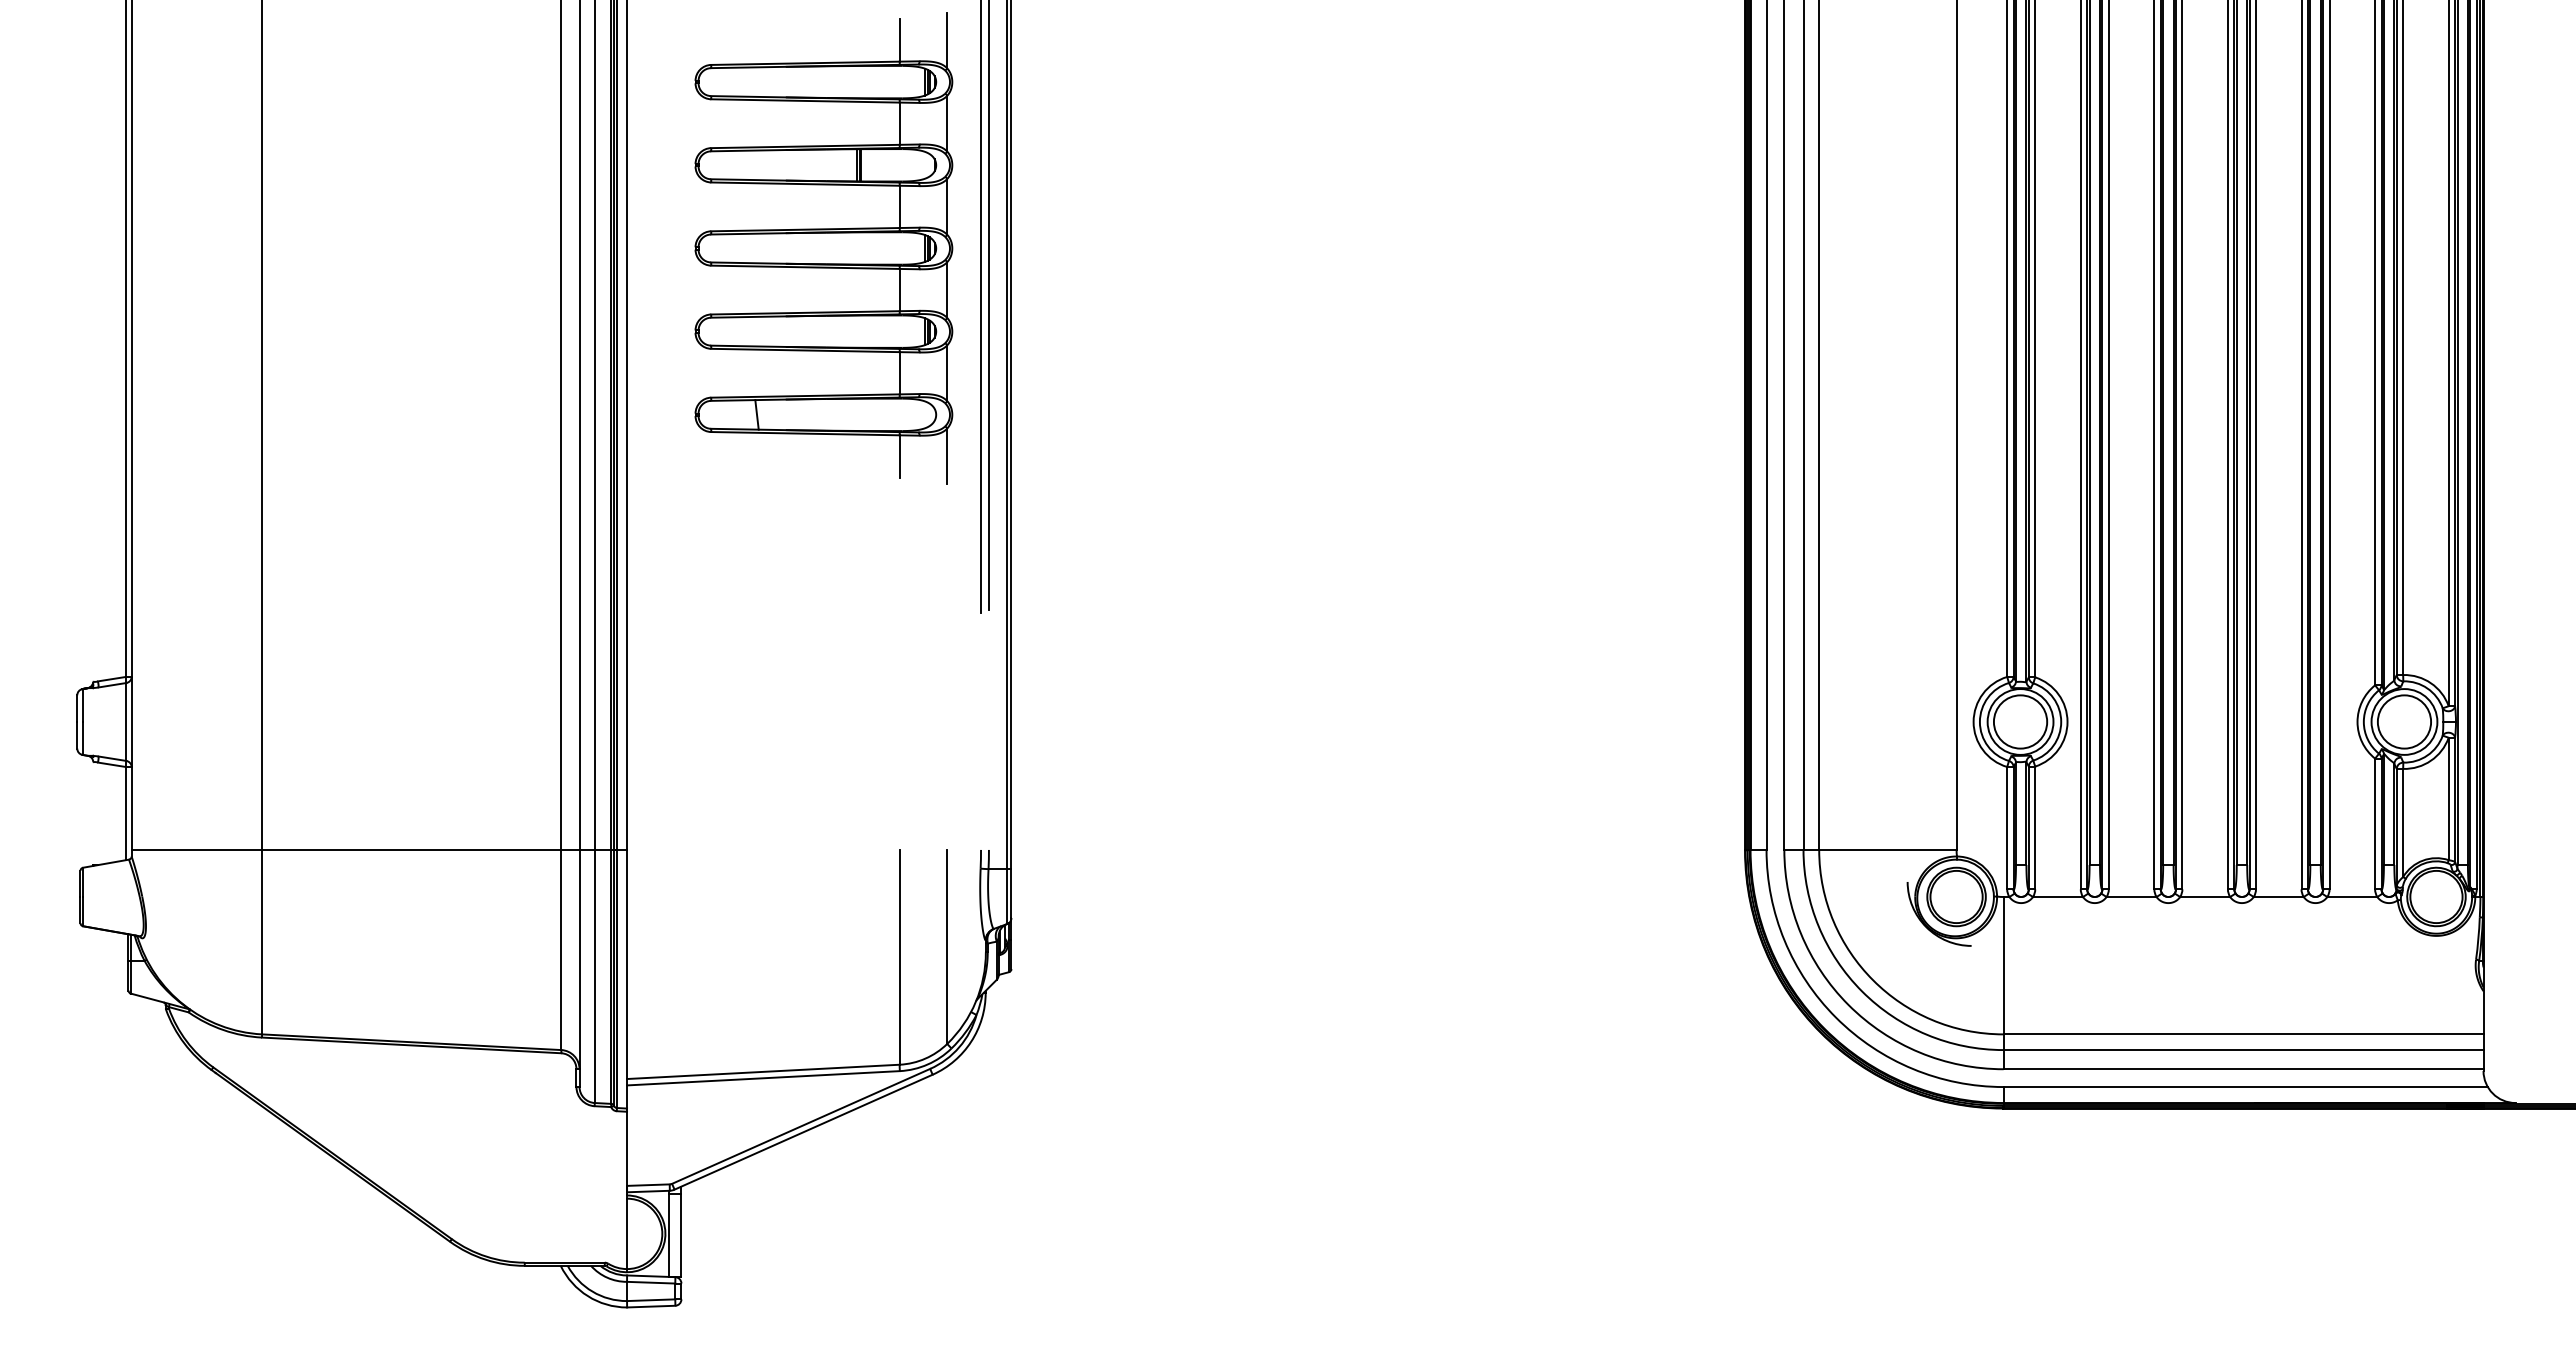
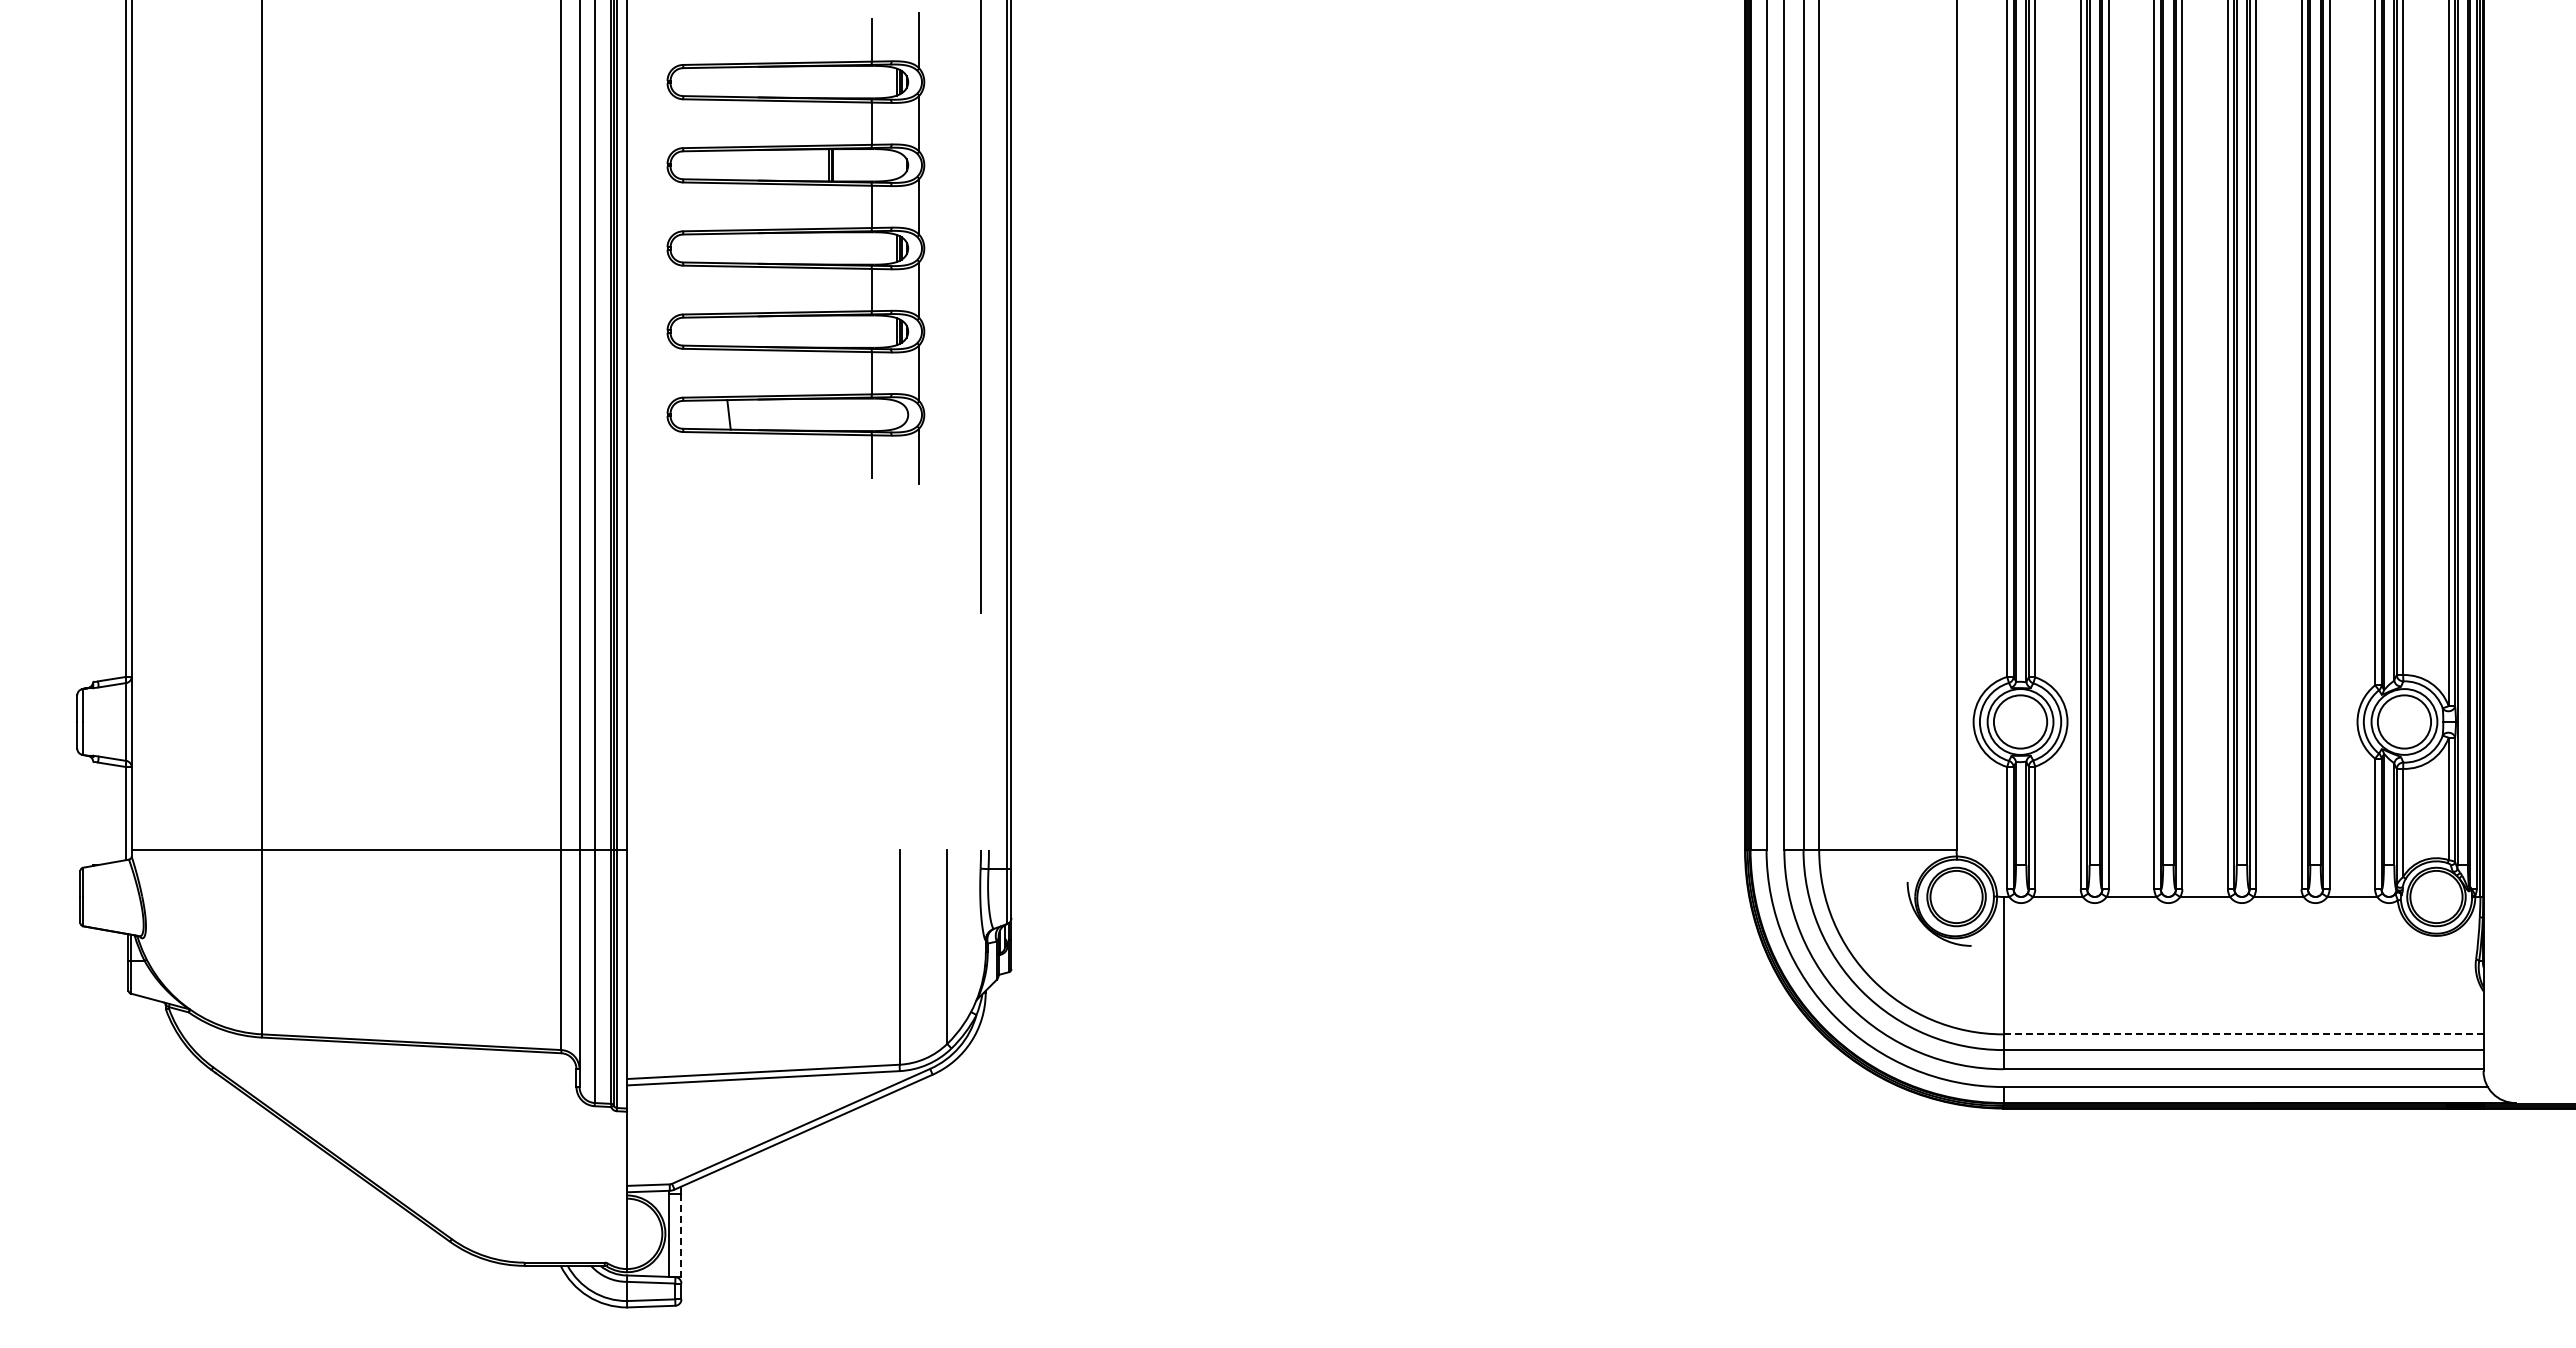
part at (823, 248) position: (823, 248) -> (795, 248)
line at (988, 305): present -> none
line at (2243, 1034): solid -> dashed
line at (681, 1235): solid -> dashed
